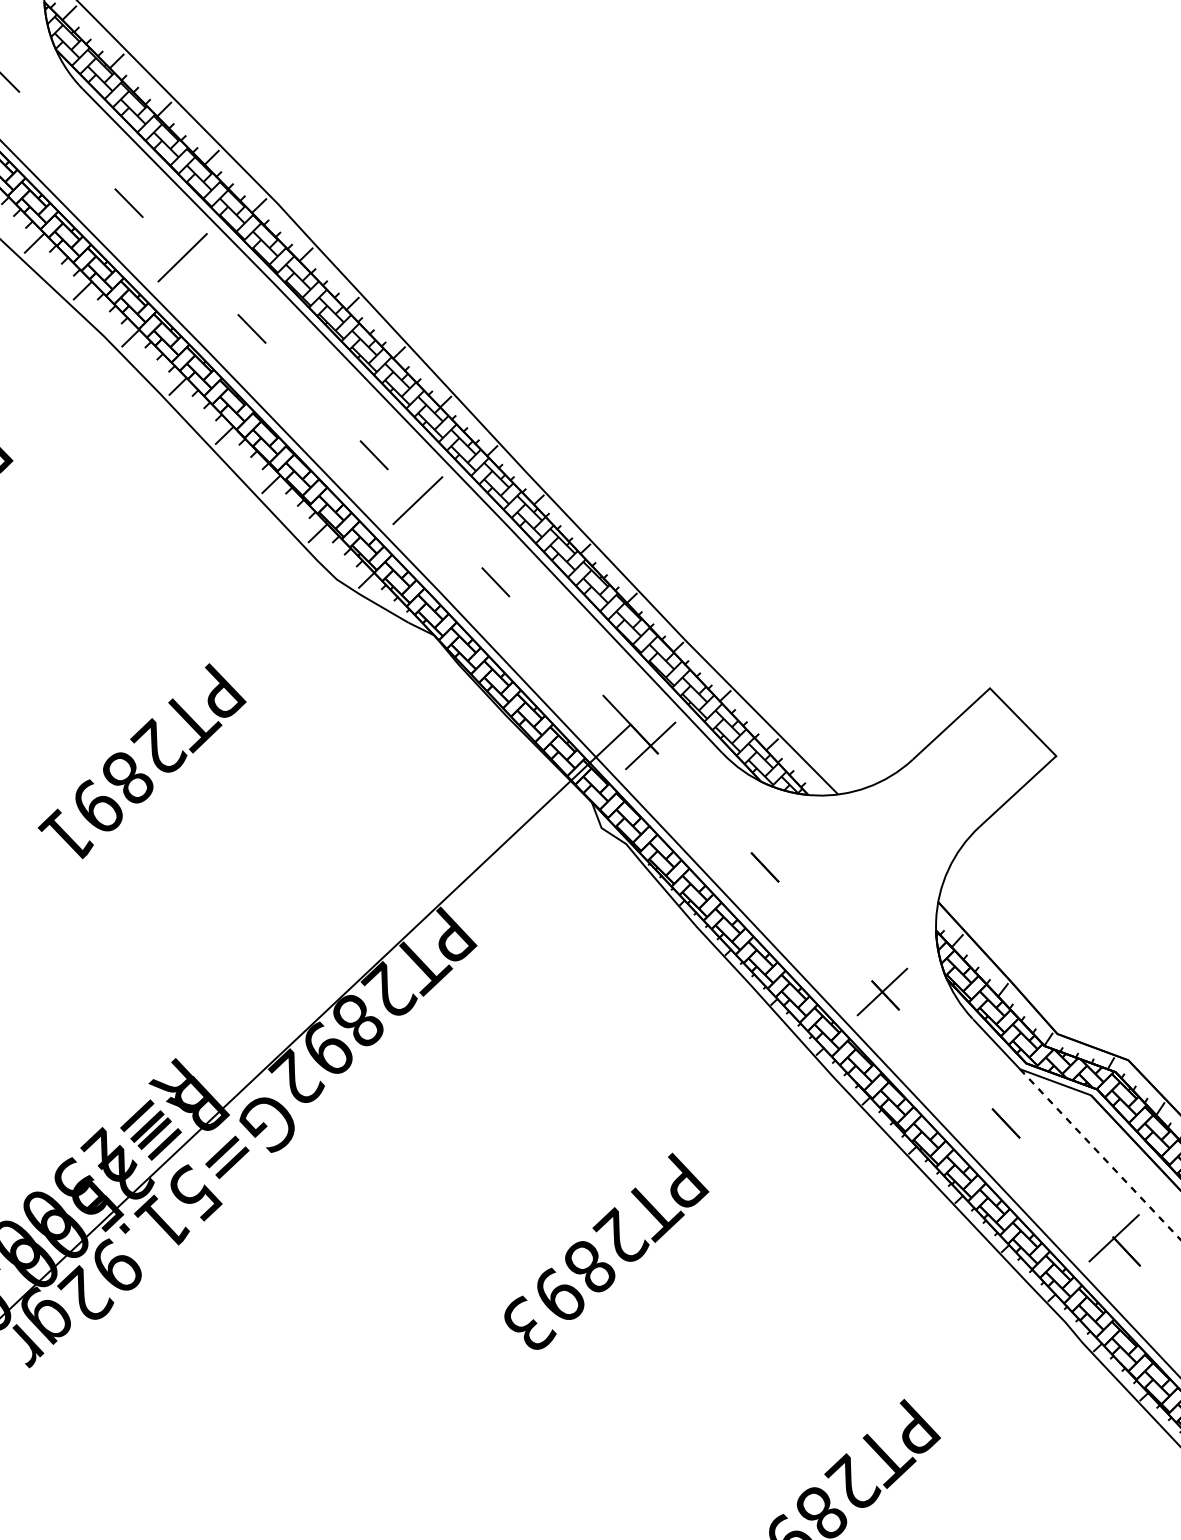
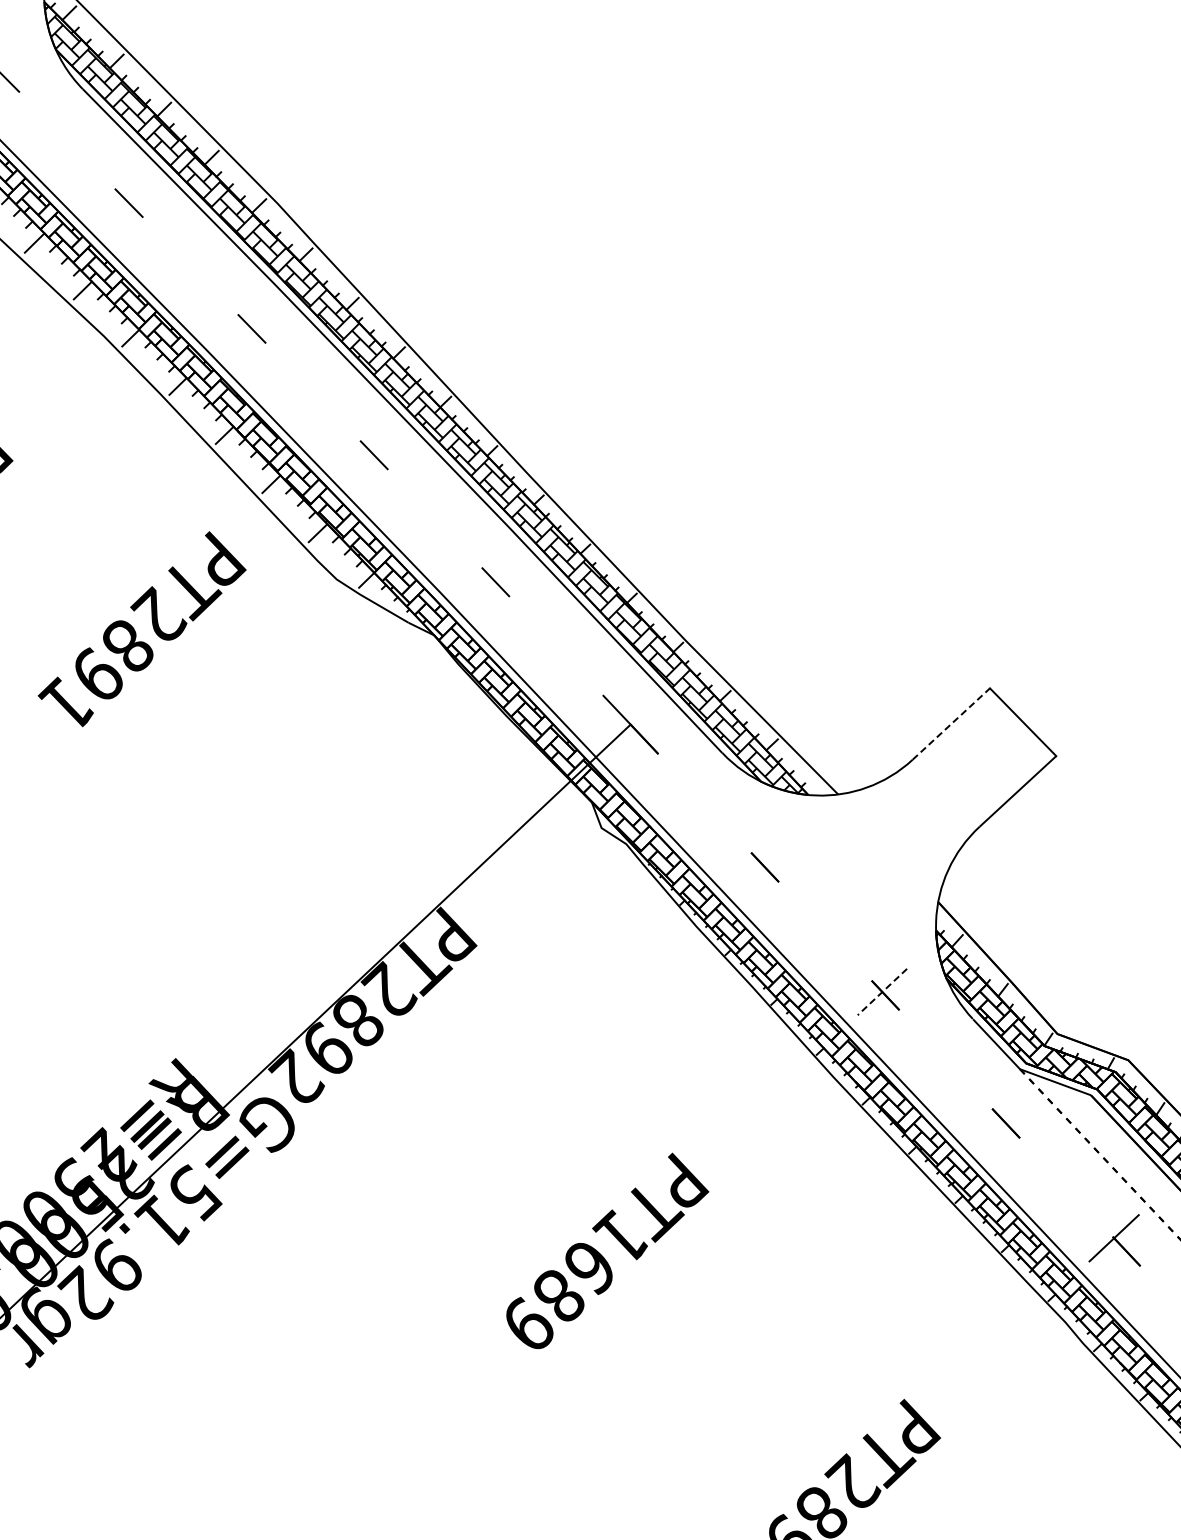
line at (182, 257): present -> none
line at (417, 500): present -> none
line at (951, 724): solid -> dashed
line at (650, 745): present -> none
text at (141, 761) position: (141, 761) -> (141, 629)
line at (882, 992): solid -> dashed
text at (576, 1278): PT2893 -> PT1689
